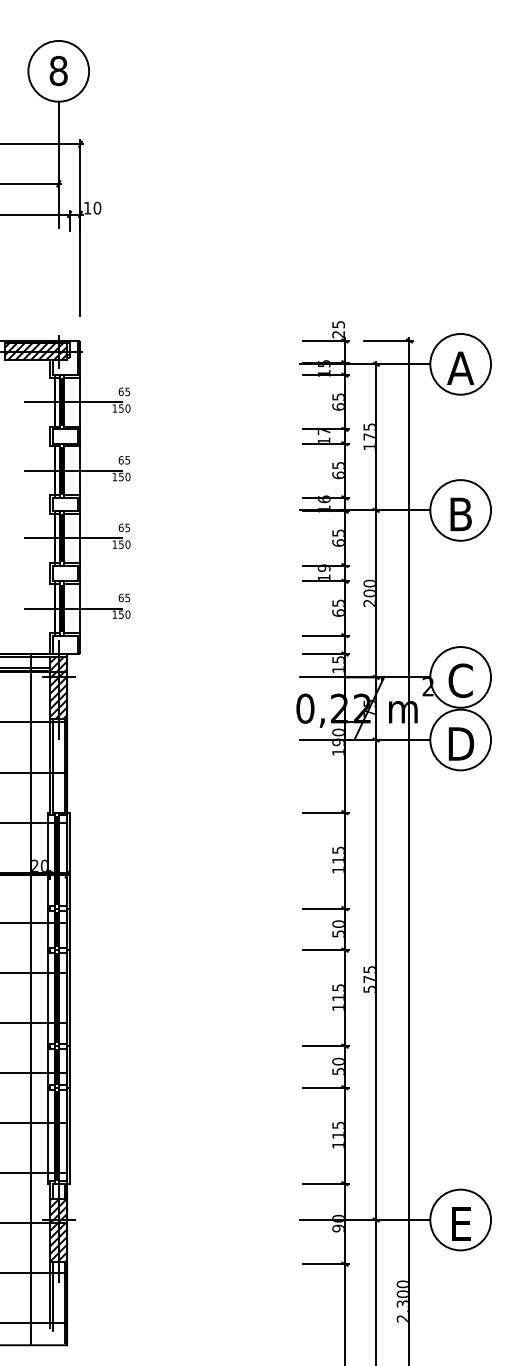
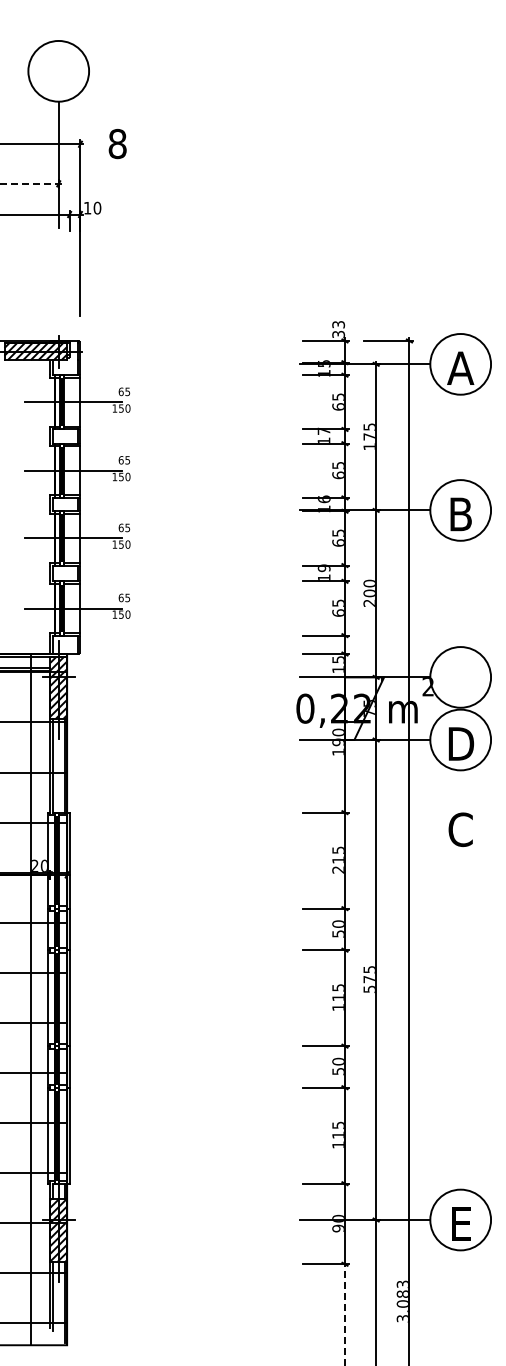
text at (58, 71) position: (58, 71) -> (117, 144)
line at (29, 183): solid -> dashed
text at (338, 329): 25 -> 33
text at (460, 680) position: (460, 680) -> (460, 829)
text at (337, 869): 115 -> 215
text at (401, 1301): 2.300 -> 3.083
line at (344, 1314): solid -> dashed
